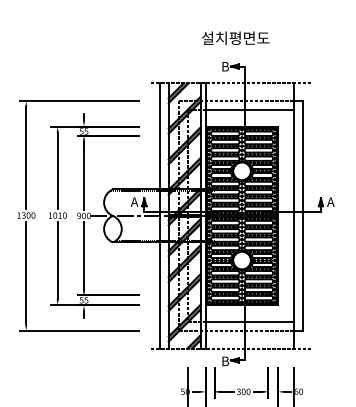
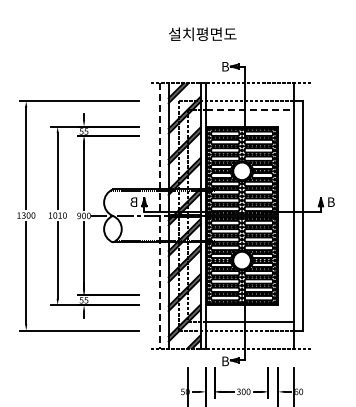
text at (235, 37) position: (235, 37) -> (202, 33)
line at (250, 109): solid -> dashed
text at (134, 201): A -> B
text at (330, 201): A -> B
line at (159, 215): solid -> dashed
